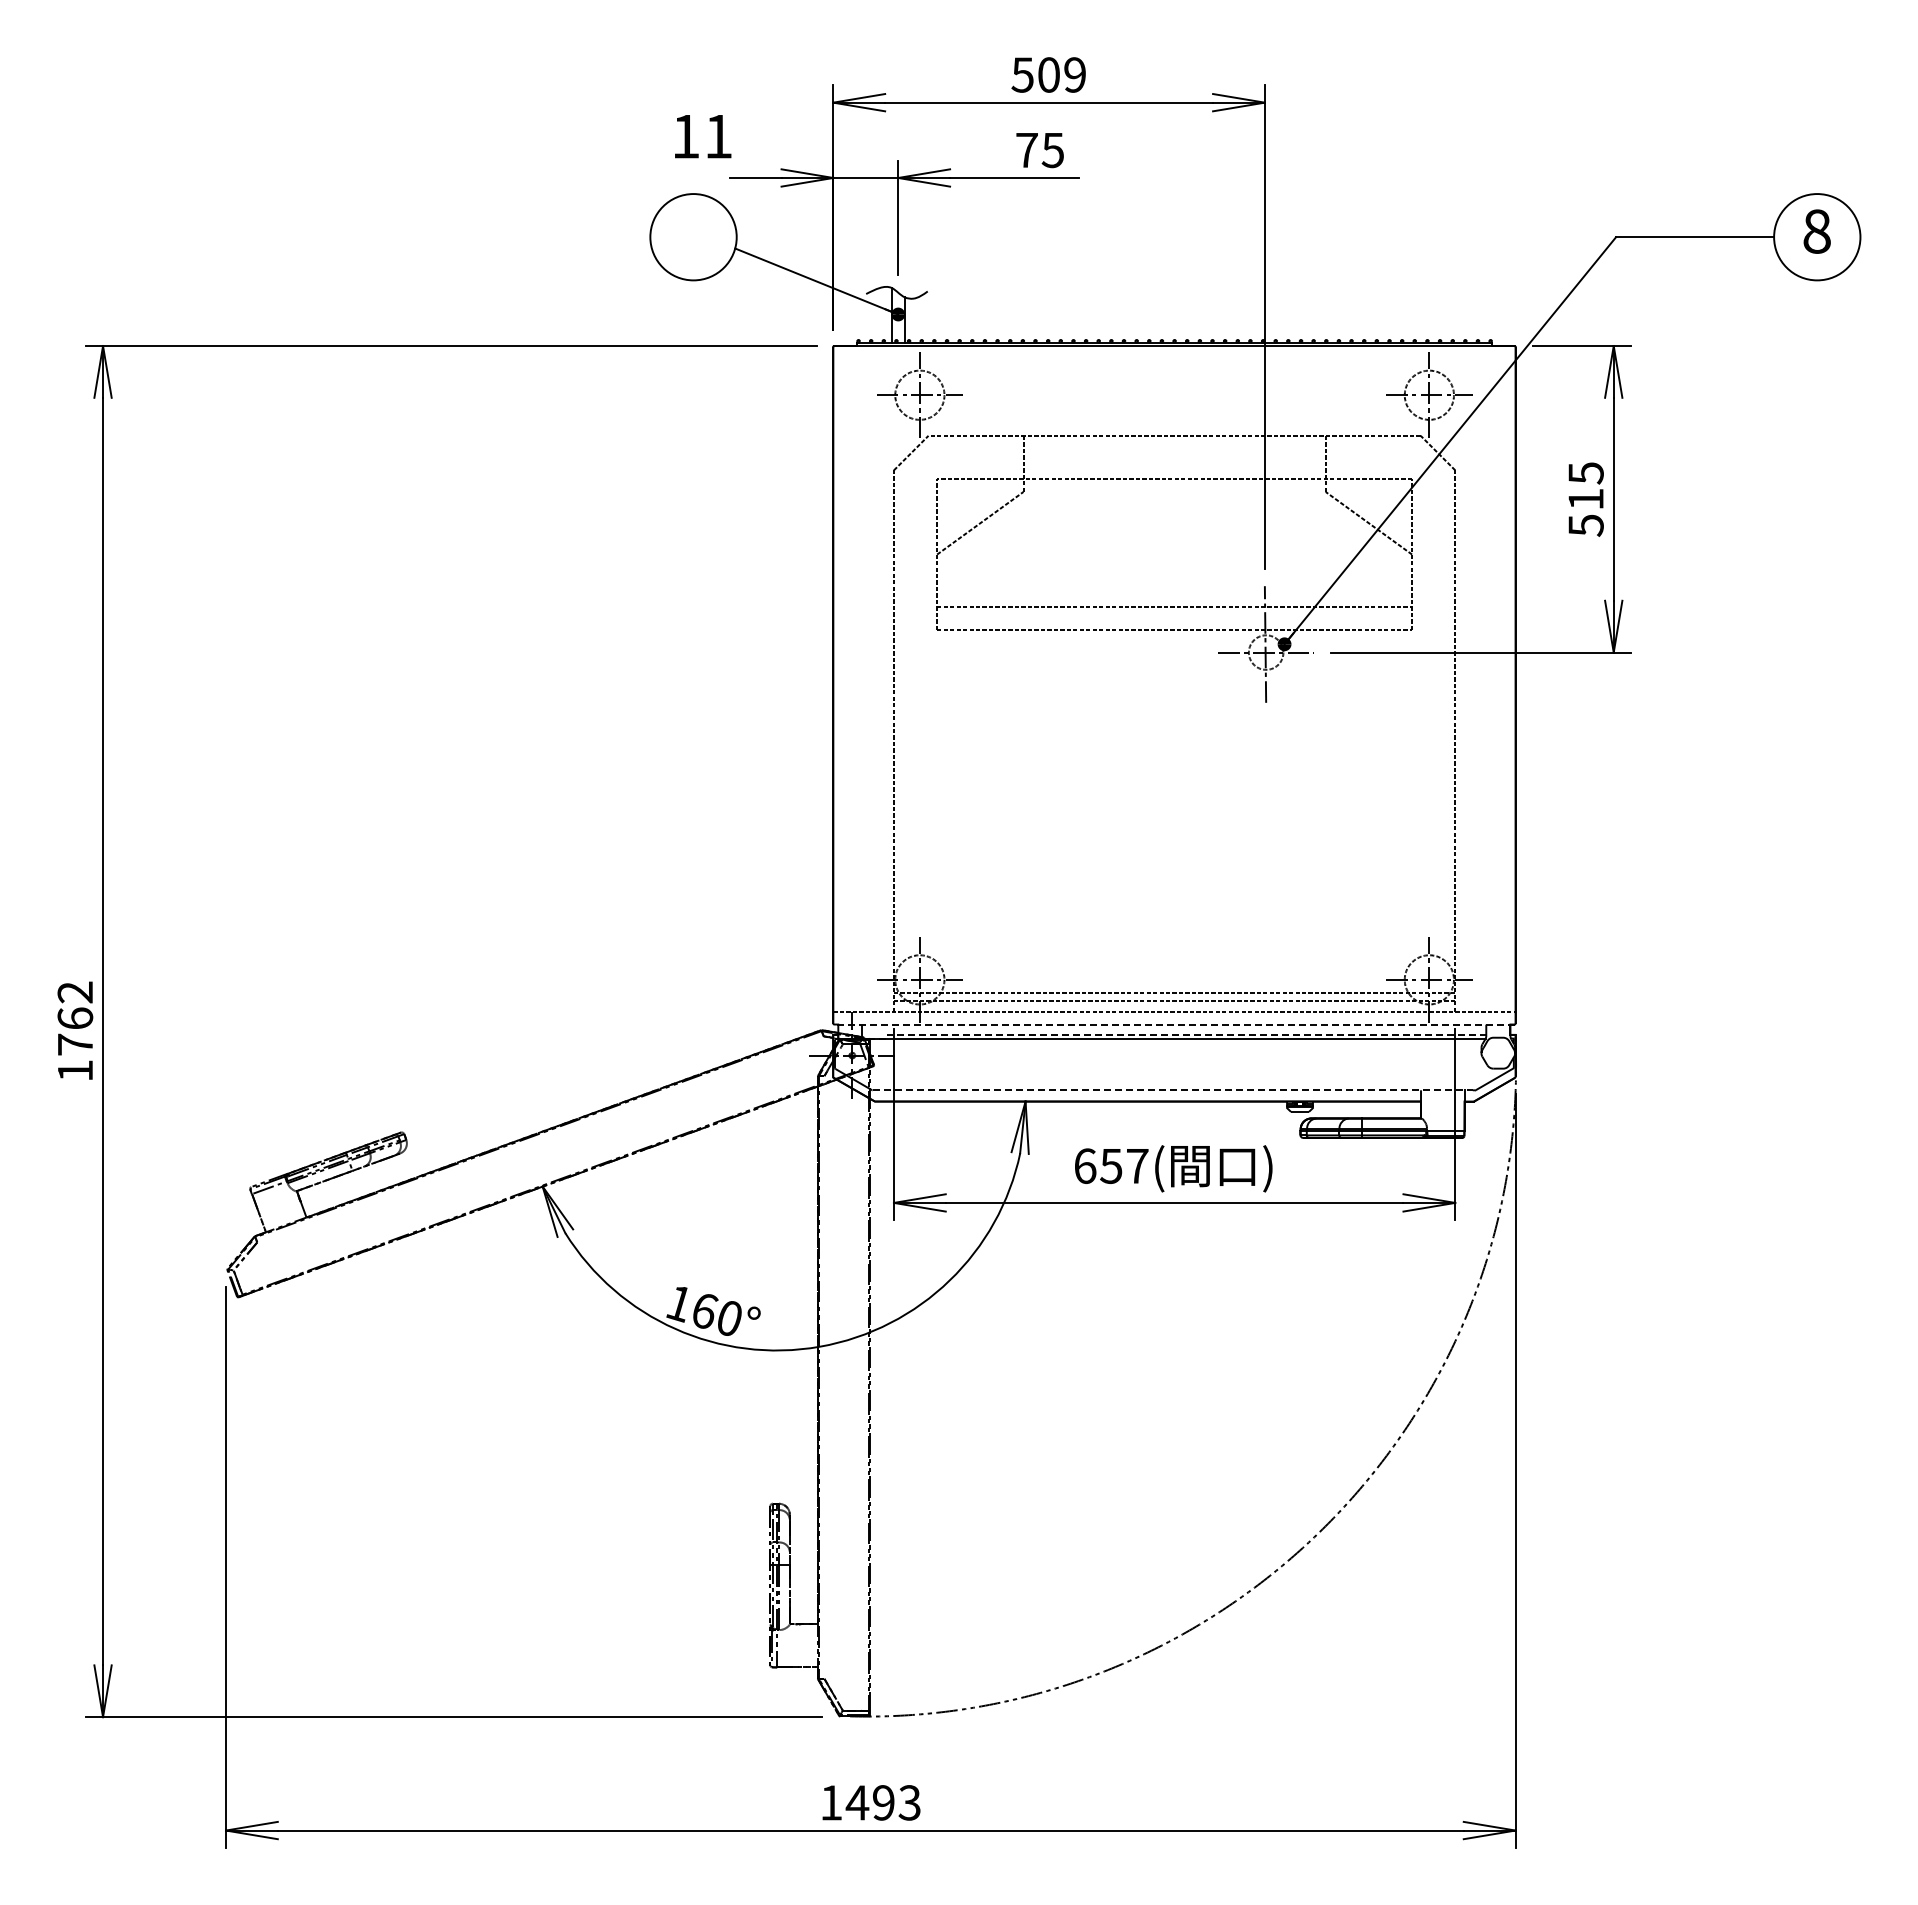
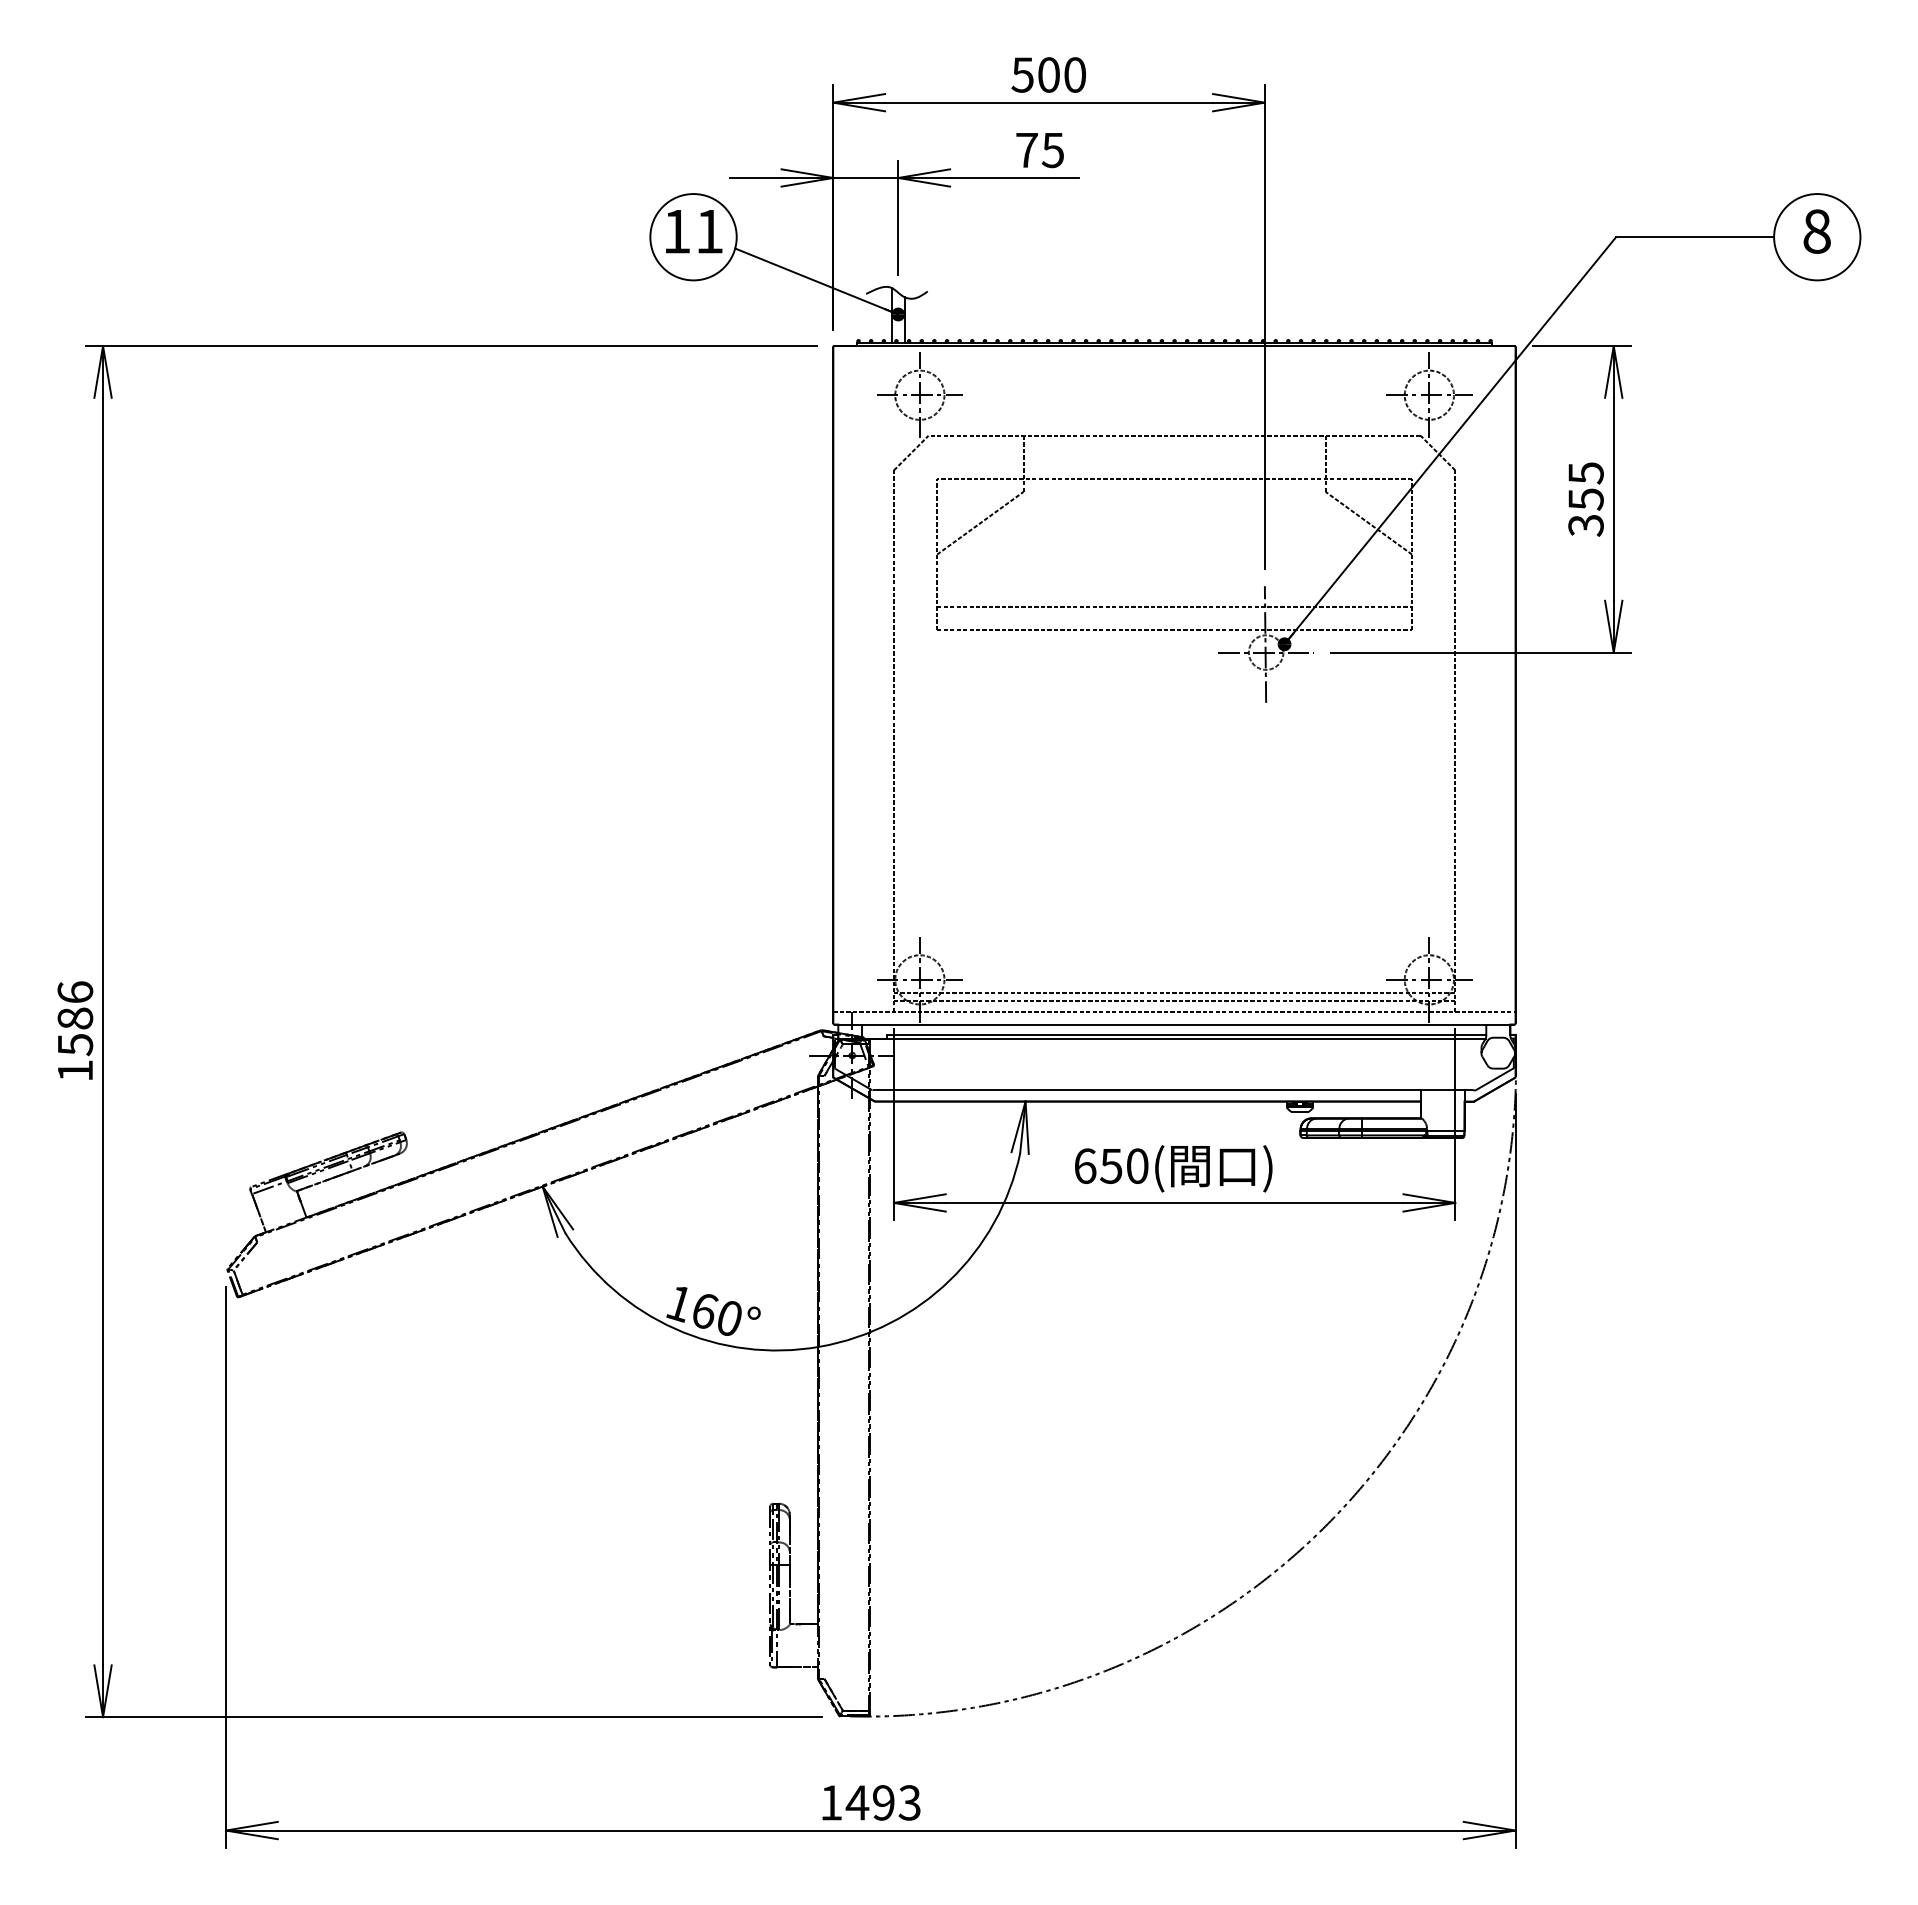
text at (1074, 74): 509 -> 500
text at (703, 136) position: (703, 136) -> (694, 231)
text at (1585, 512): 515 -> 355
text at (75, 1018): 1762 -> 1586
line at (1173, 1024): dashed -> solid
line at (1174, 1034): dashed -> solid
line at (1173, 1090): dashed -> solid
text at (1137, 1166): 657( -> 650(
